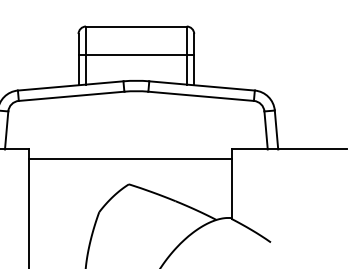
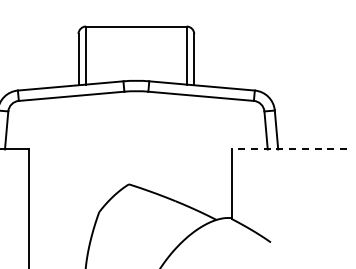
line at (136, 55): present -> none
line at (289, 149): solid -> dashed
line at (130, 159): present -> none
